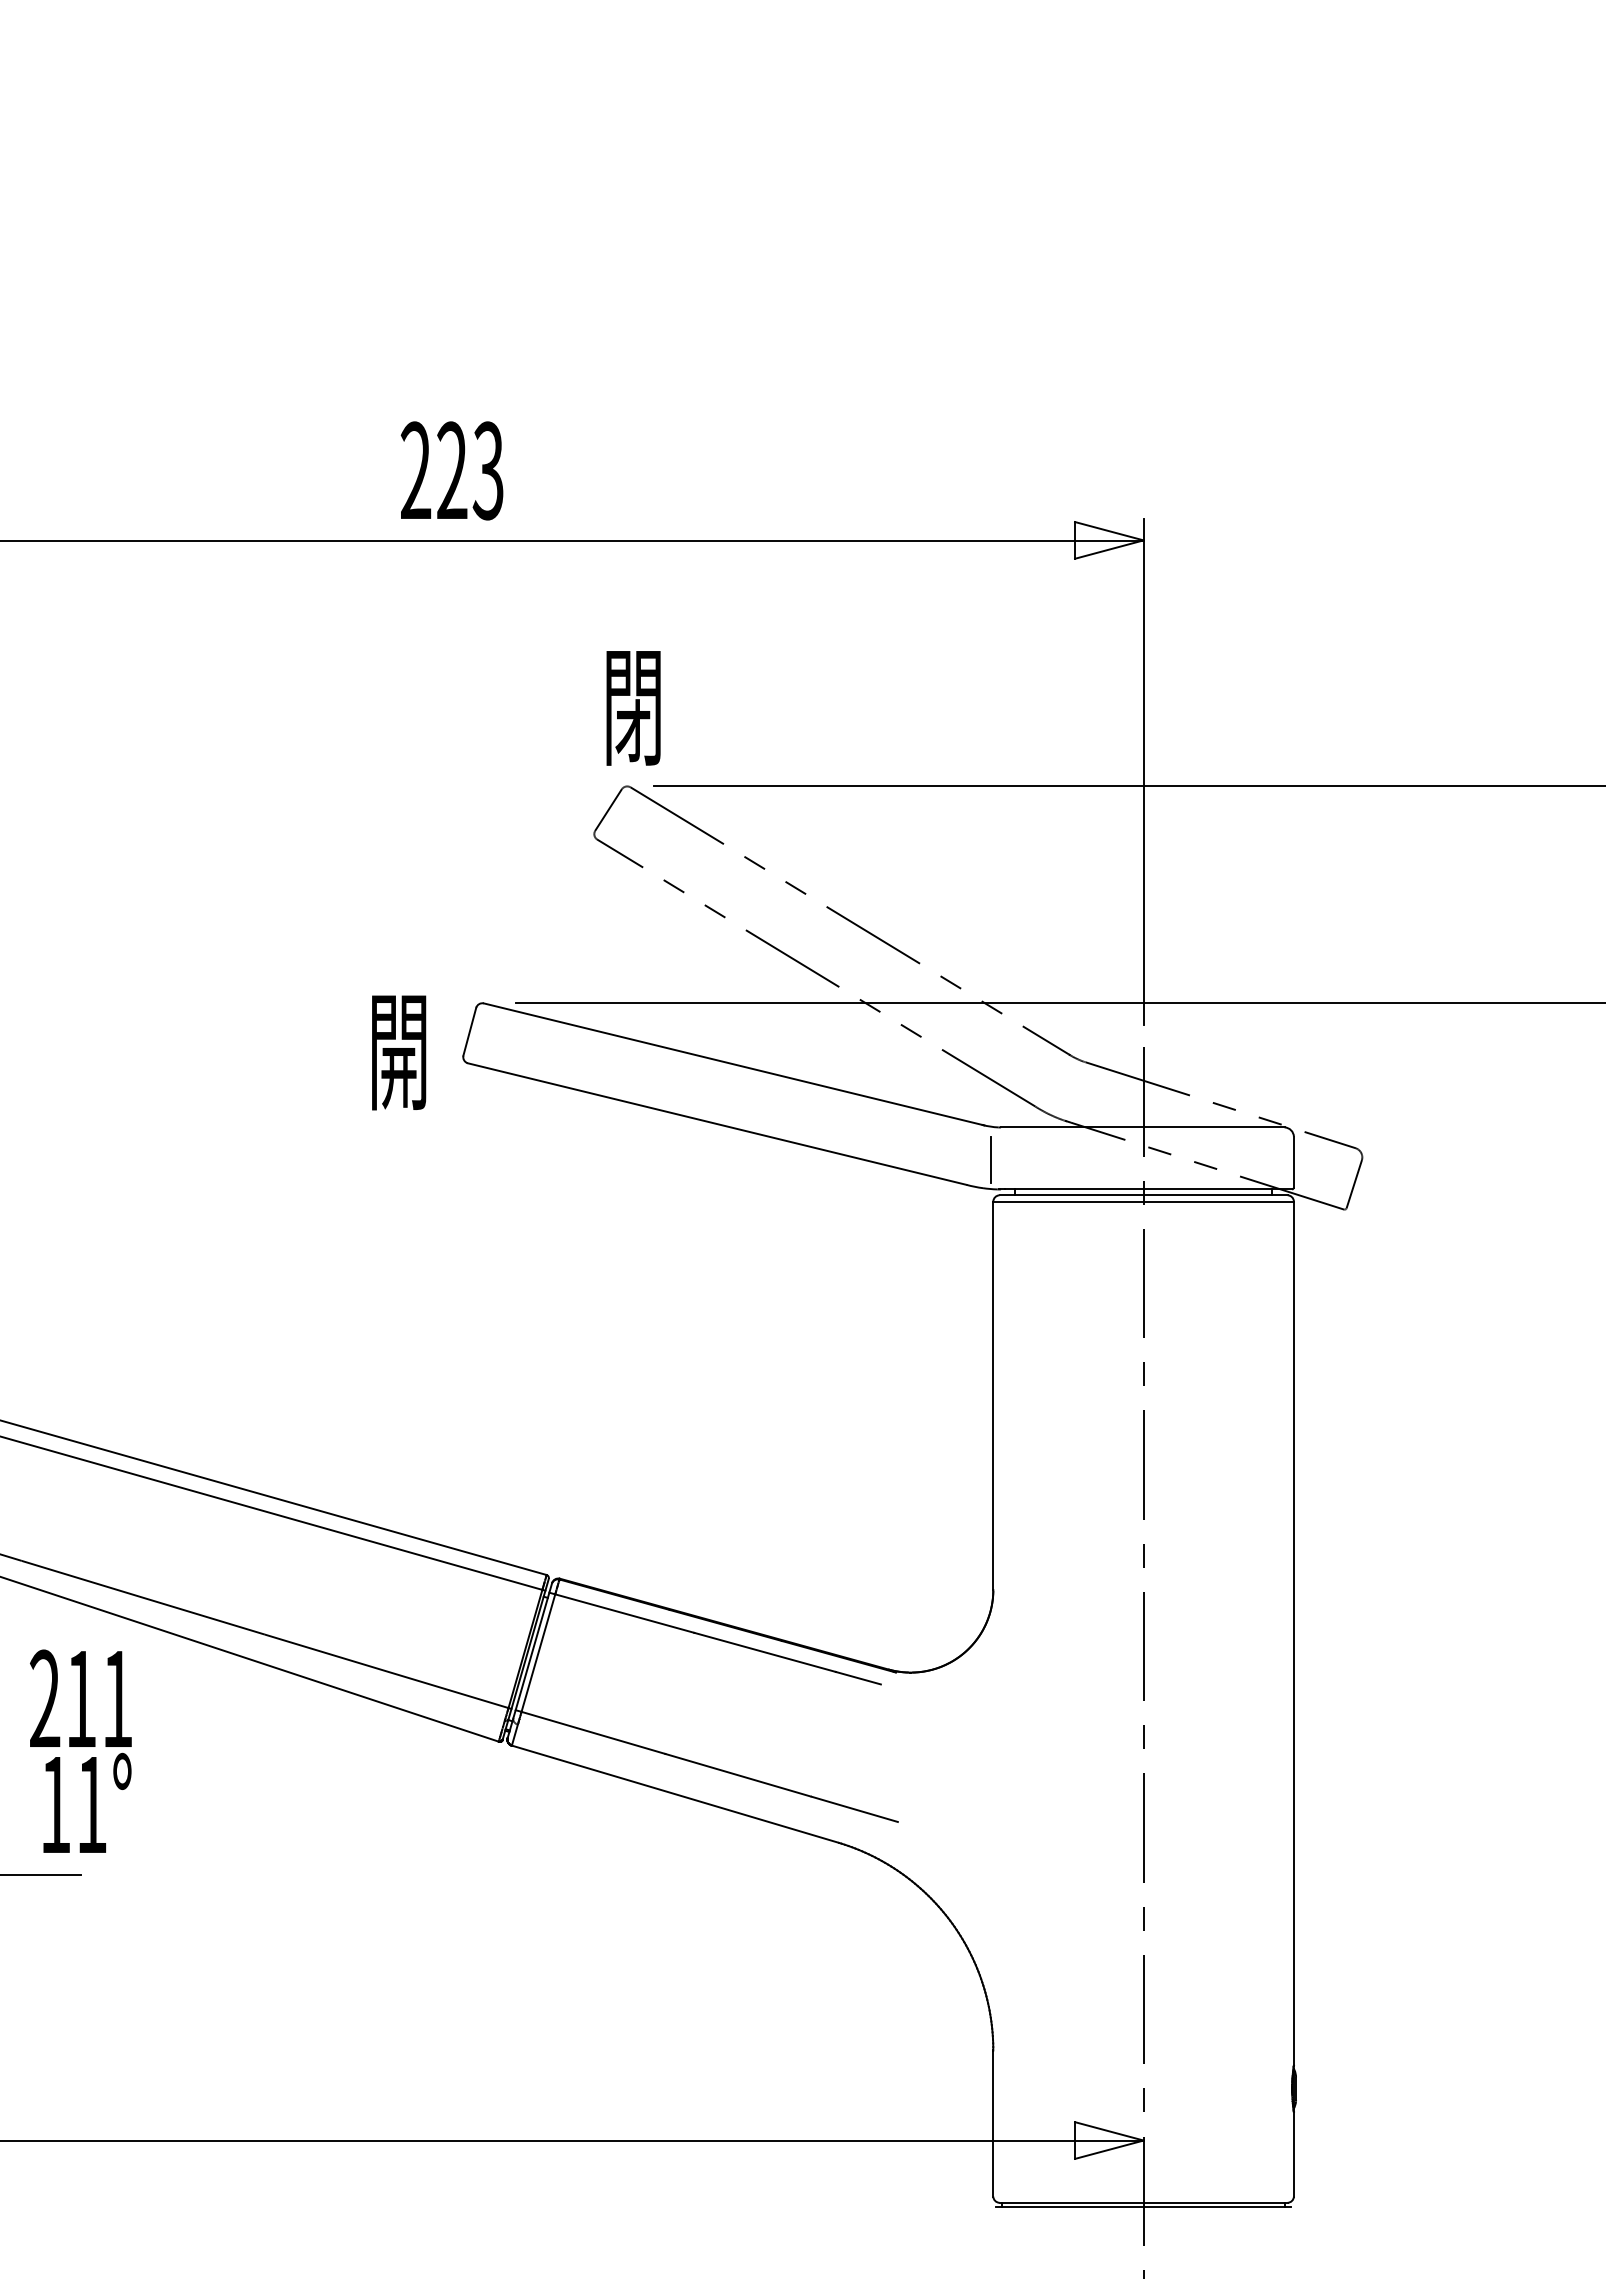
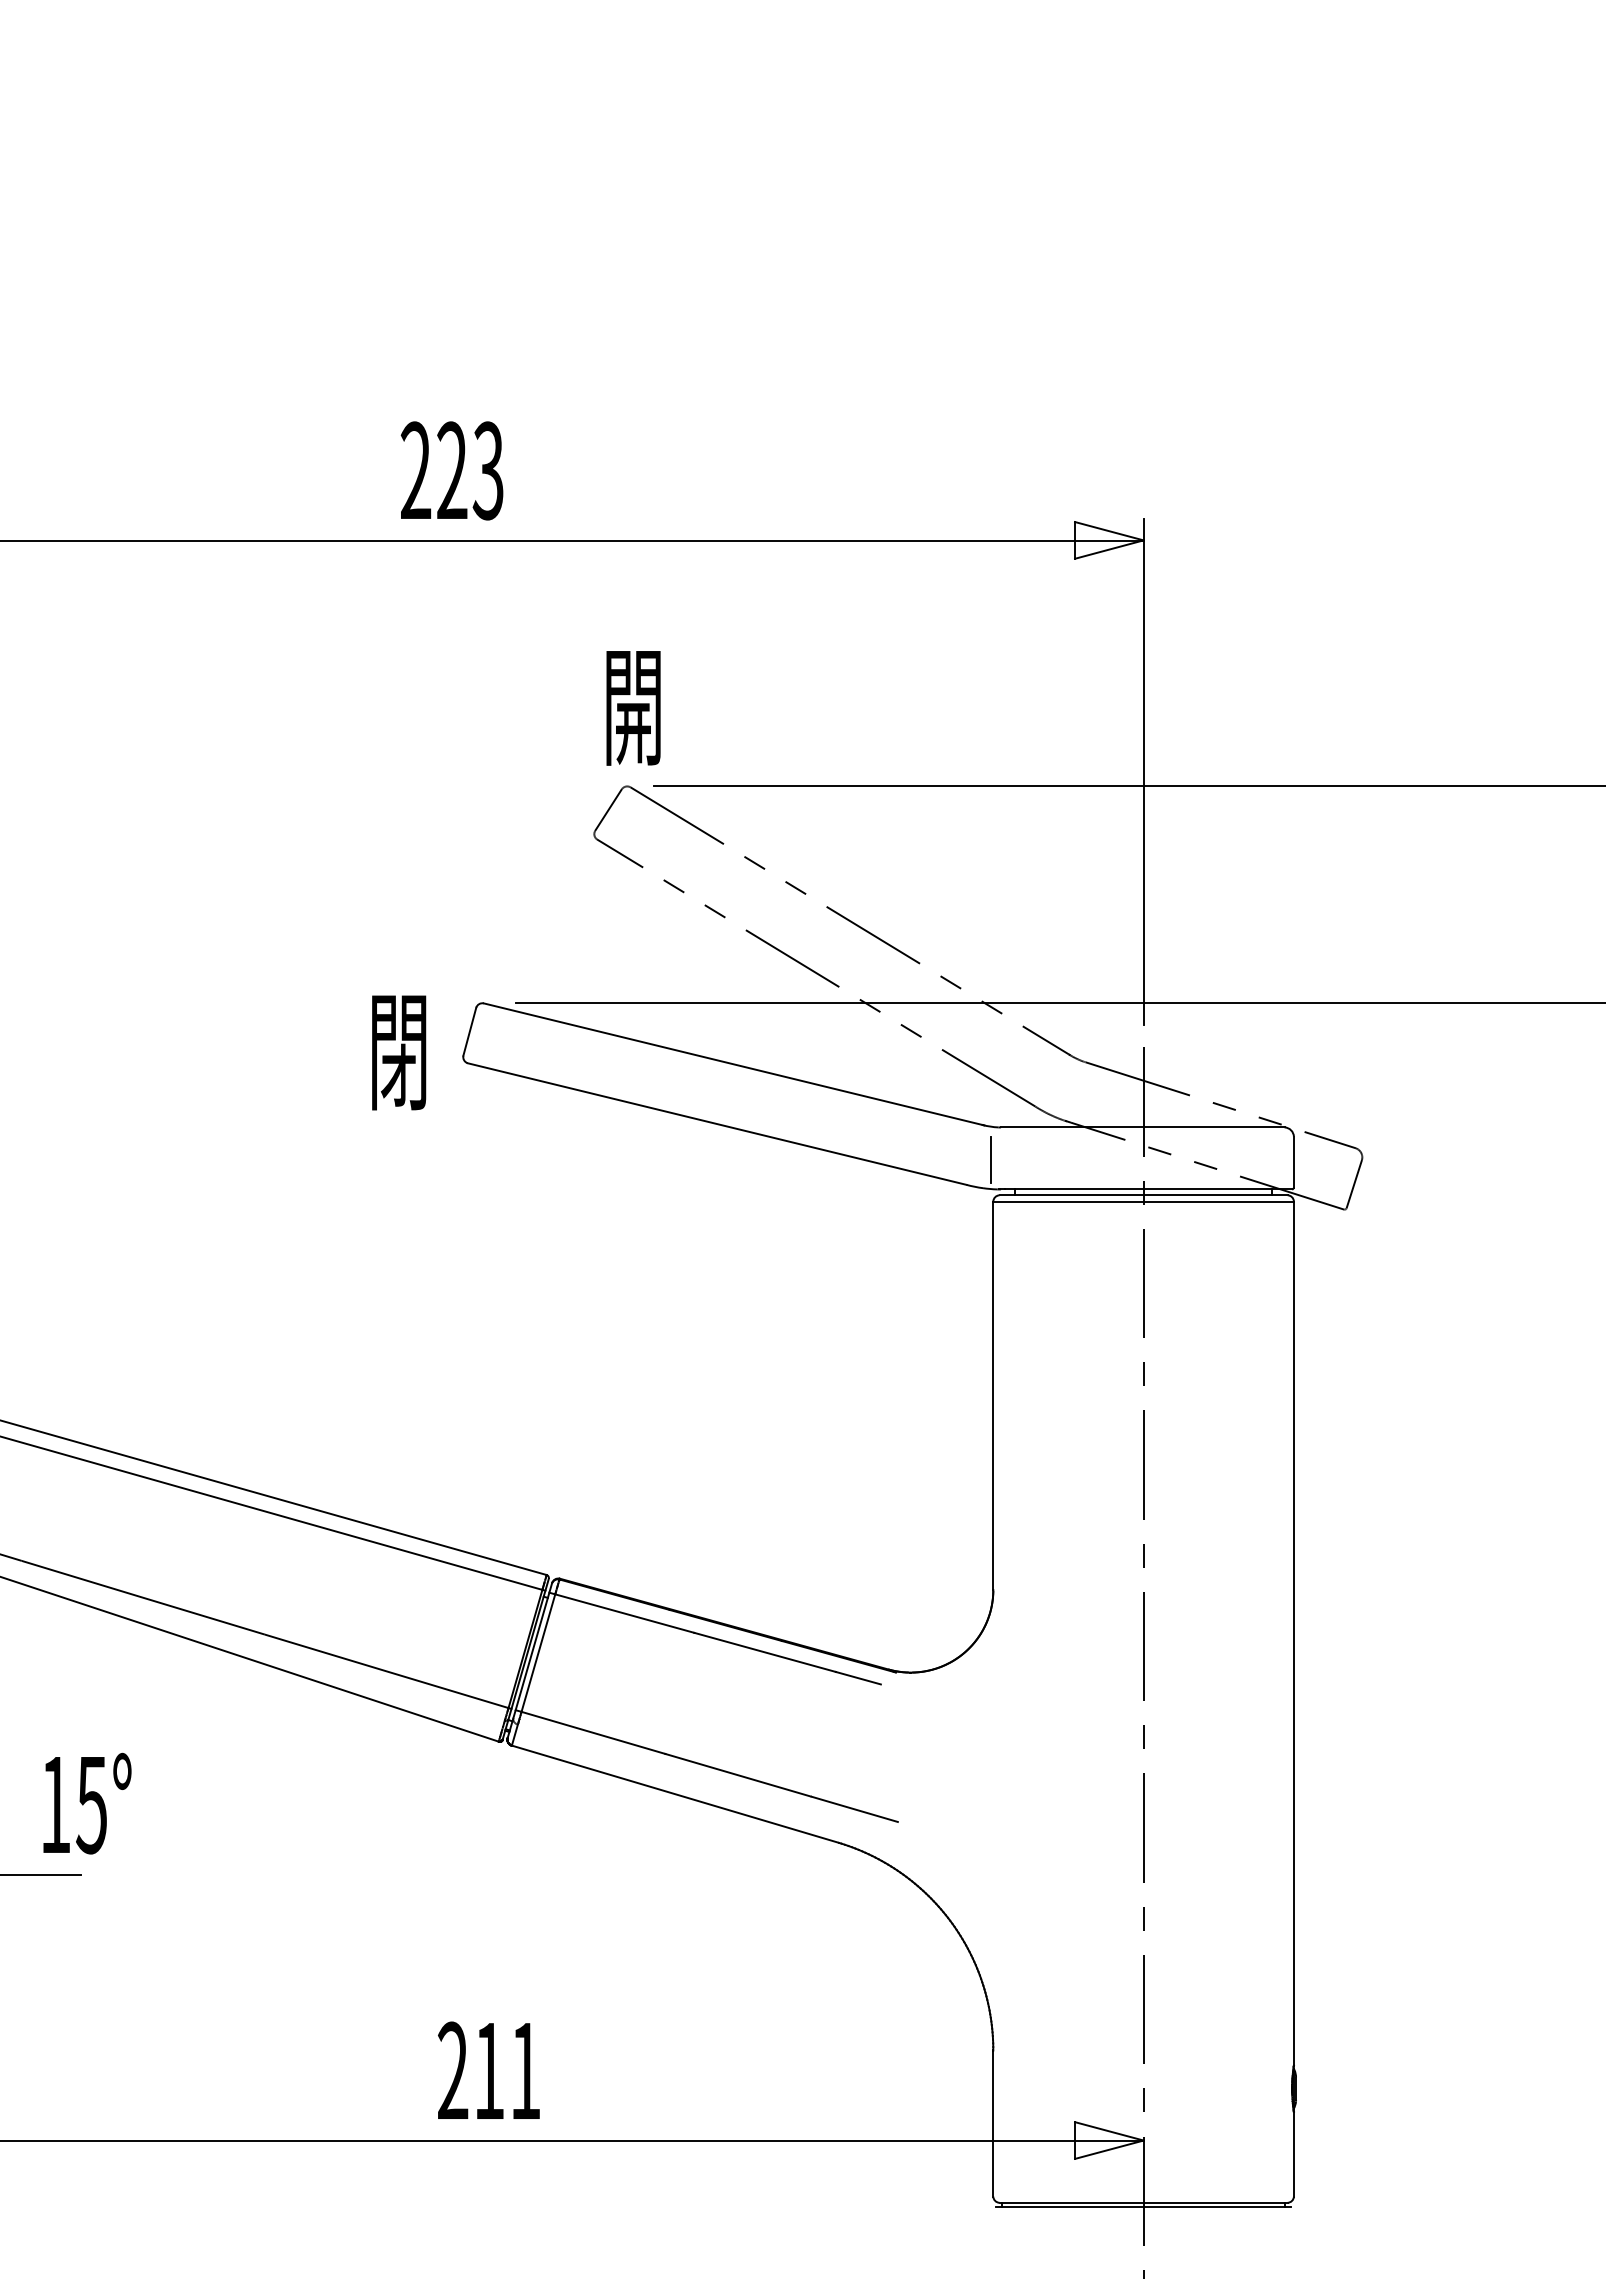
text at (635, 711): 閉 -> 開
text at (401, 1056): 開 -> 閉
text at (80, 1697) position: (80, 1697) -> (488, 2069)
text at (91, 1805): 11° -> 15°
